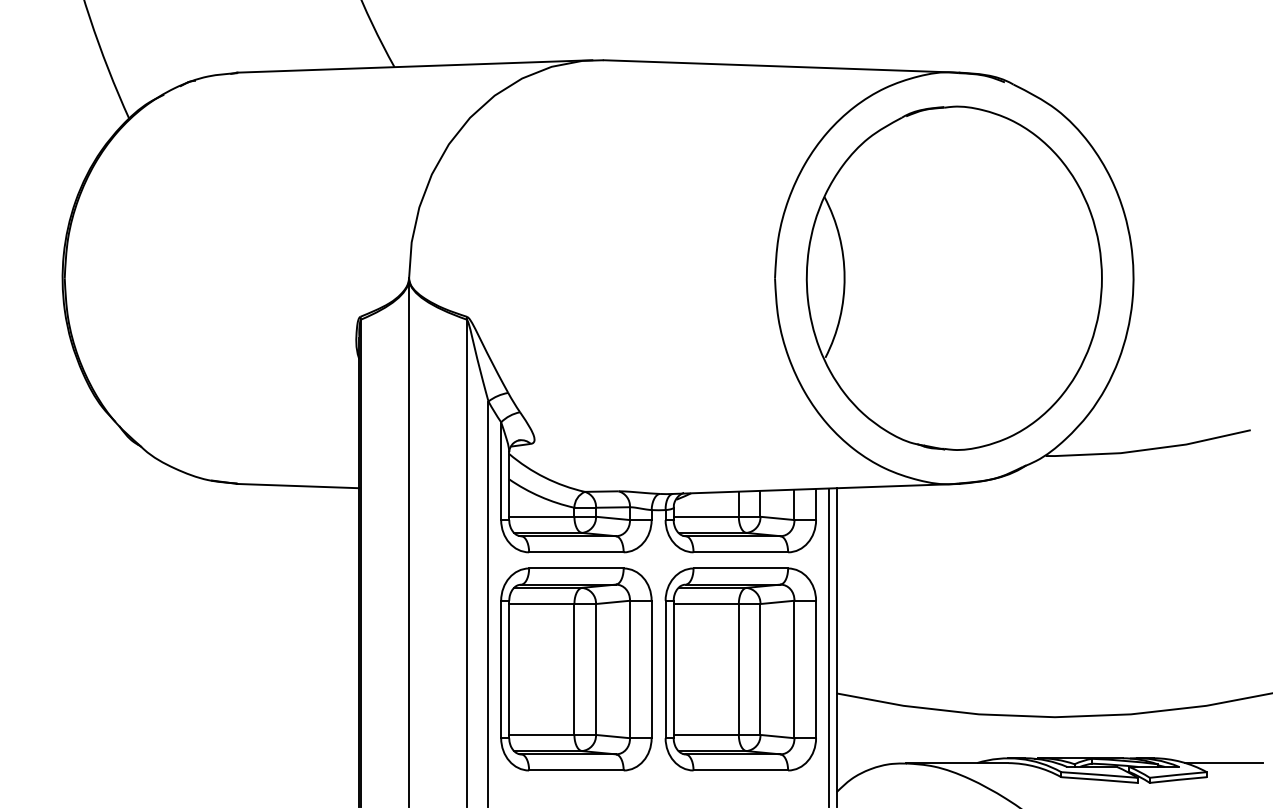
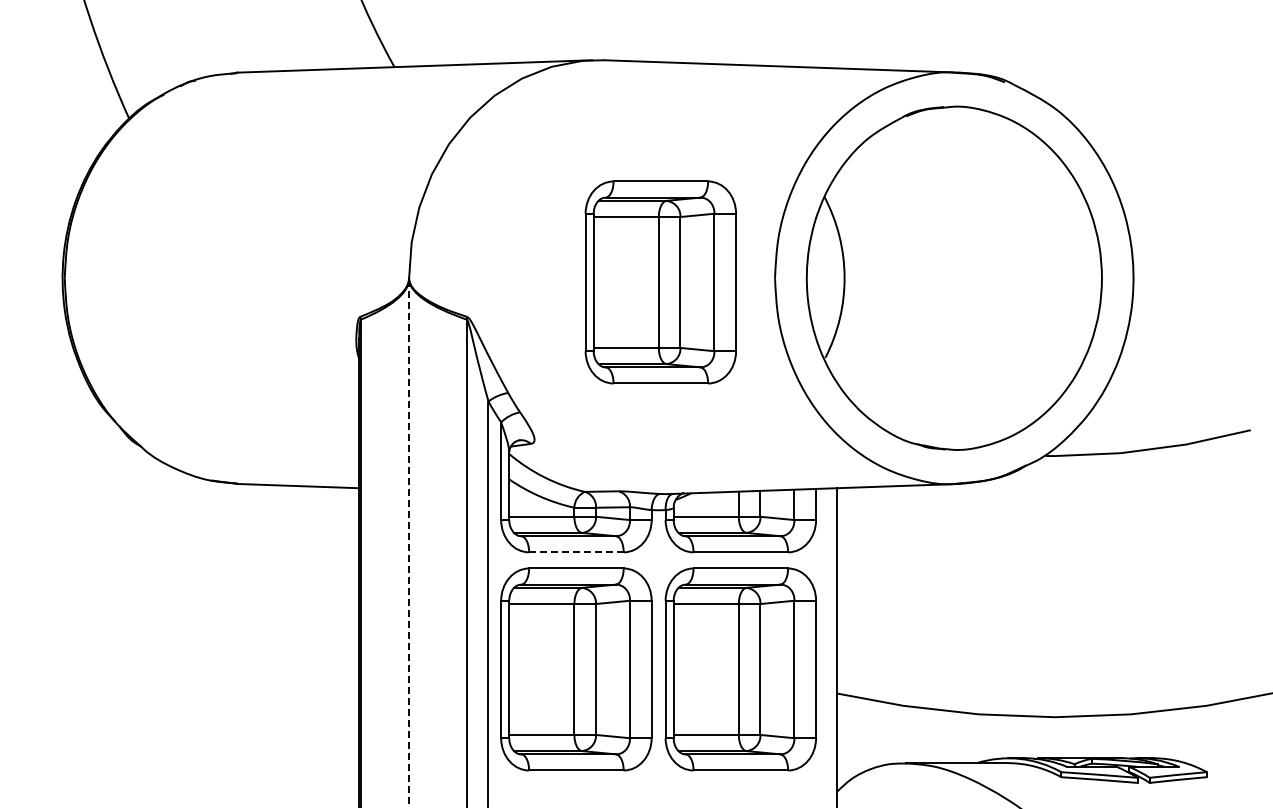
part at (660, 282): none -> present
line at (409, 544): solid -> dashed
line at (575, 552): solid -> dashed
line at (828, 646): present -> none
line at (1223, 763): present -> none
